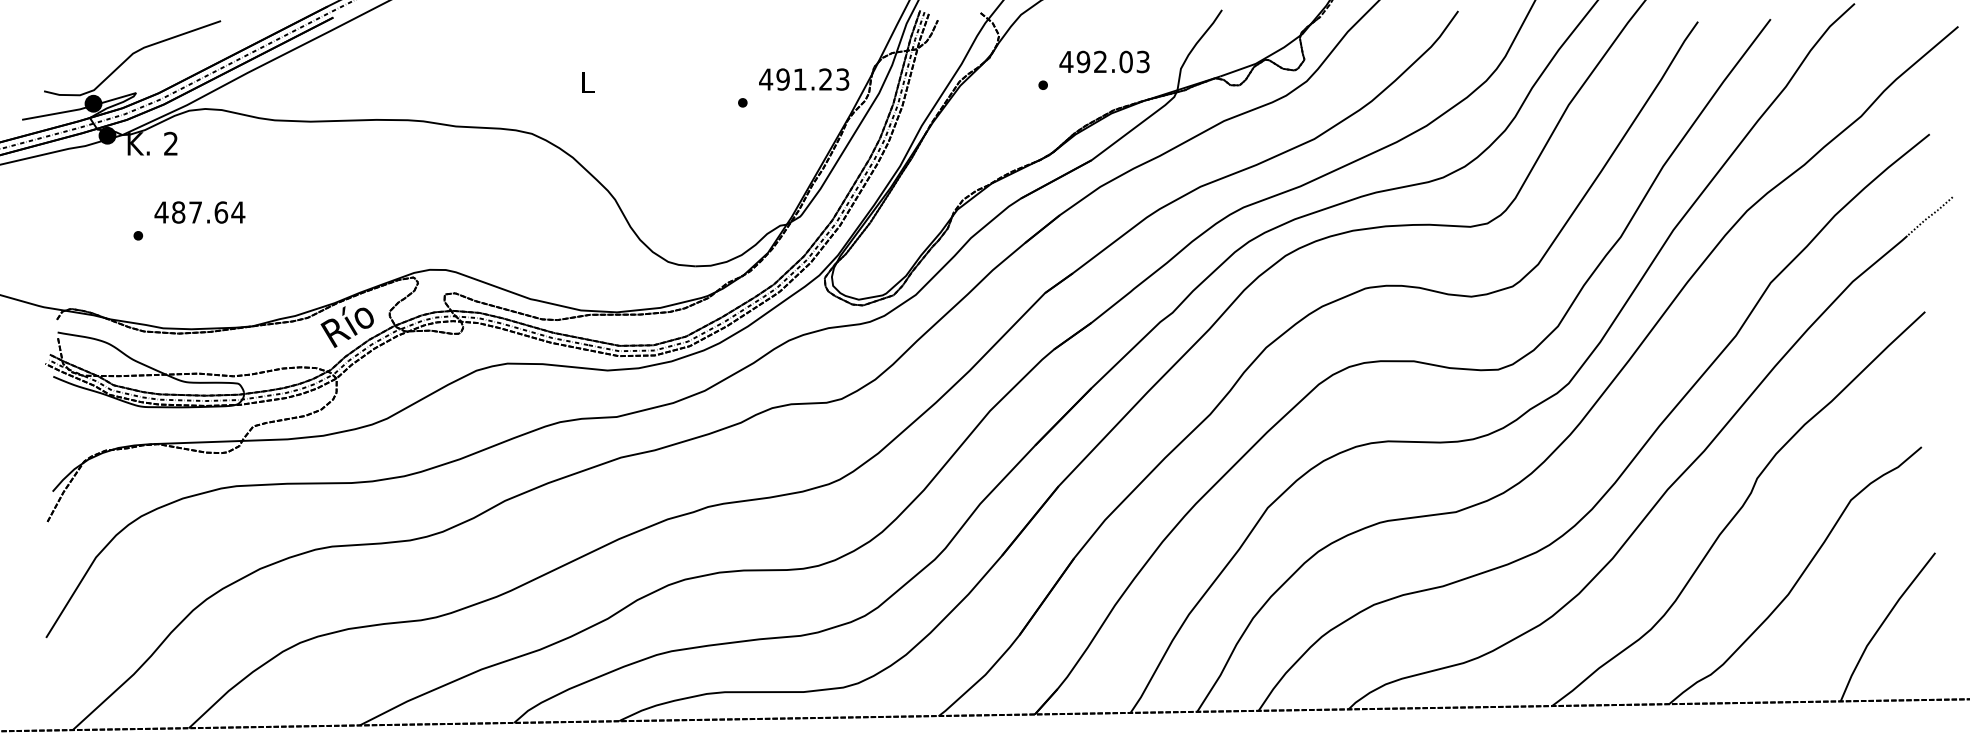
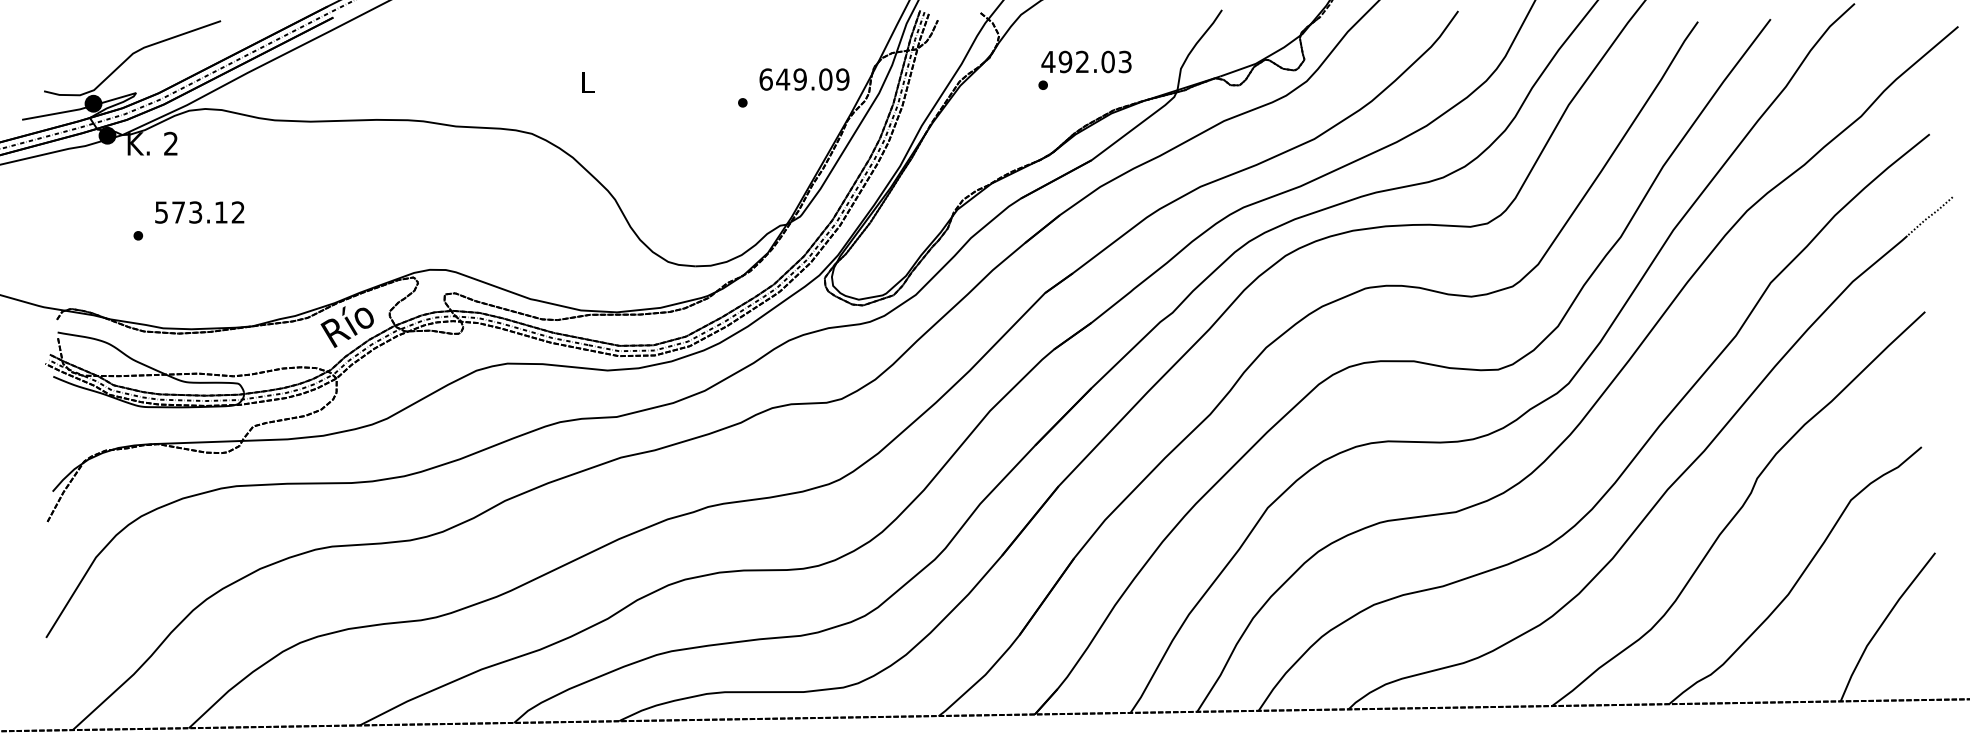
text at (1104, 61) position: (1104, 61) -> (1086, 61)
text at (804, 79): 491.23 -> 649.09
text at (199, 212): 487.64 -> 573.12
